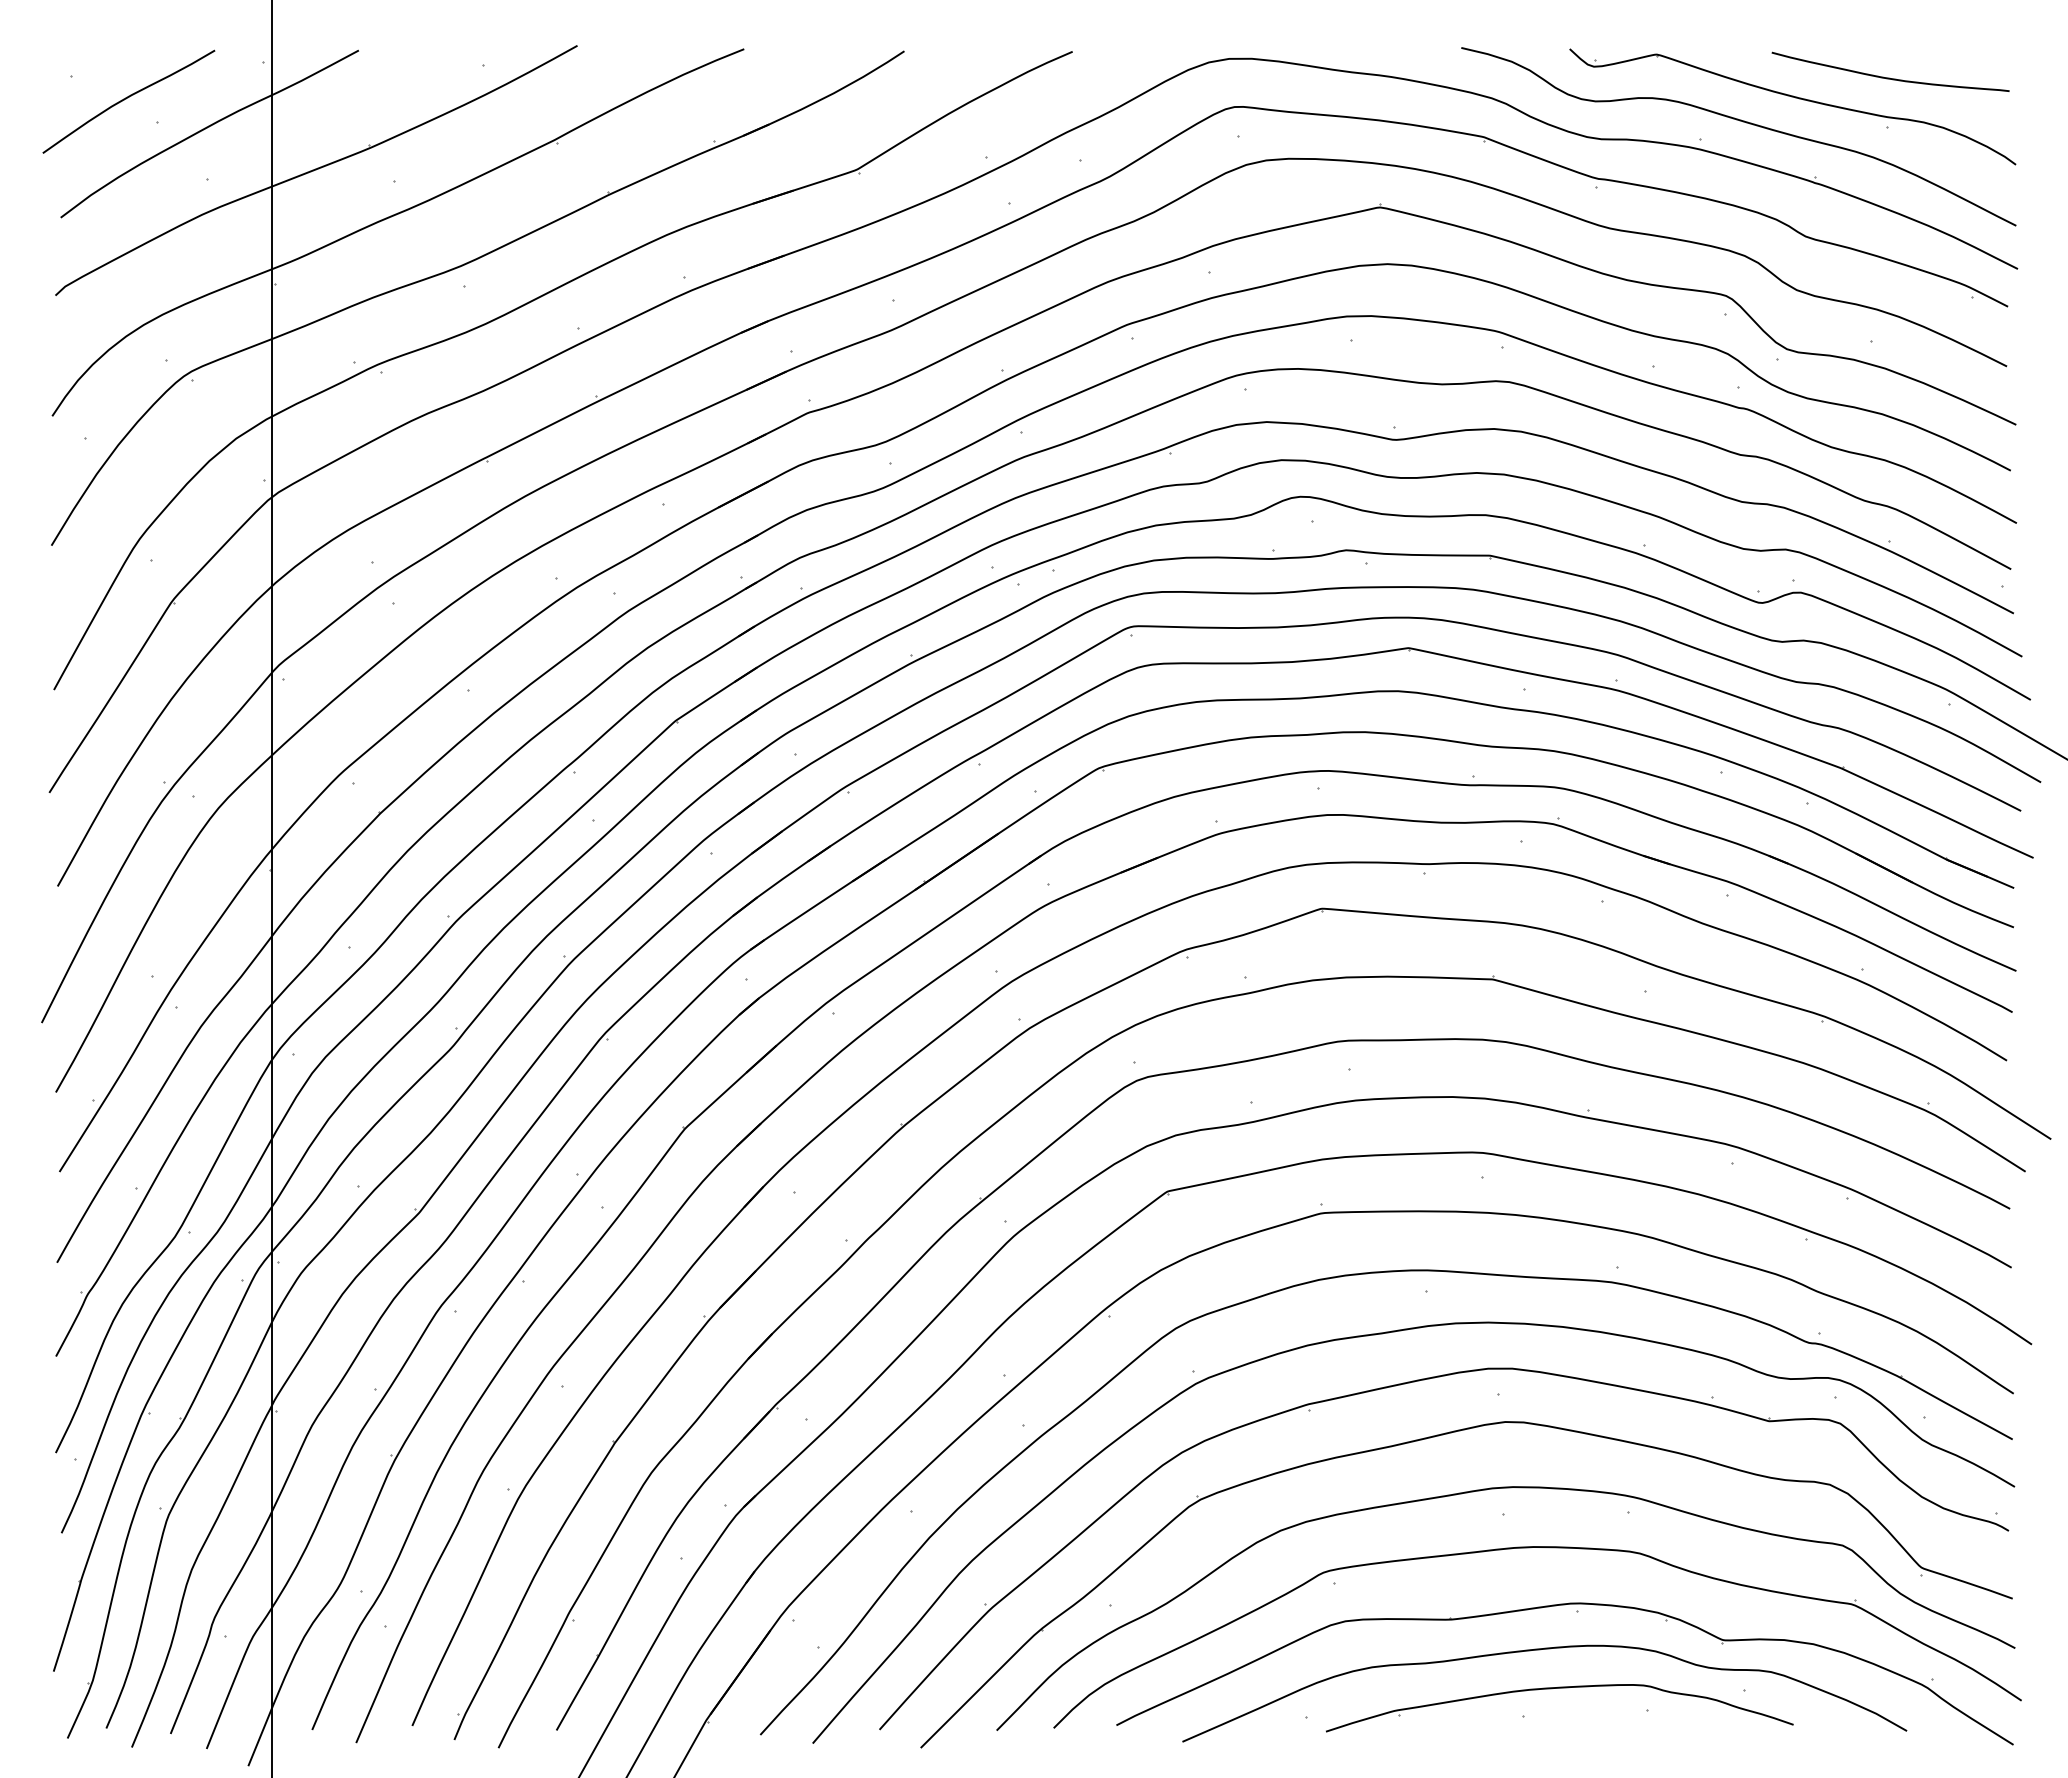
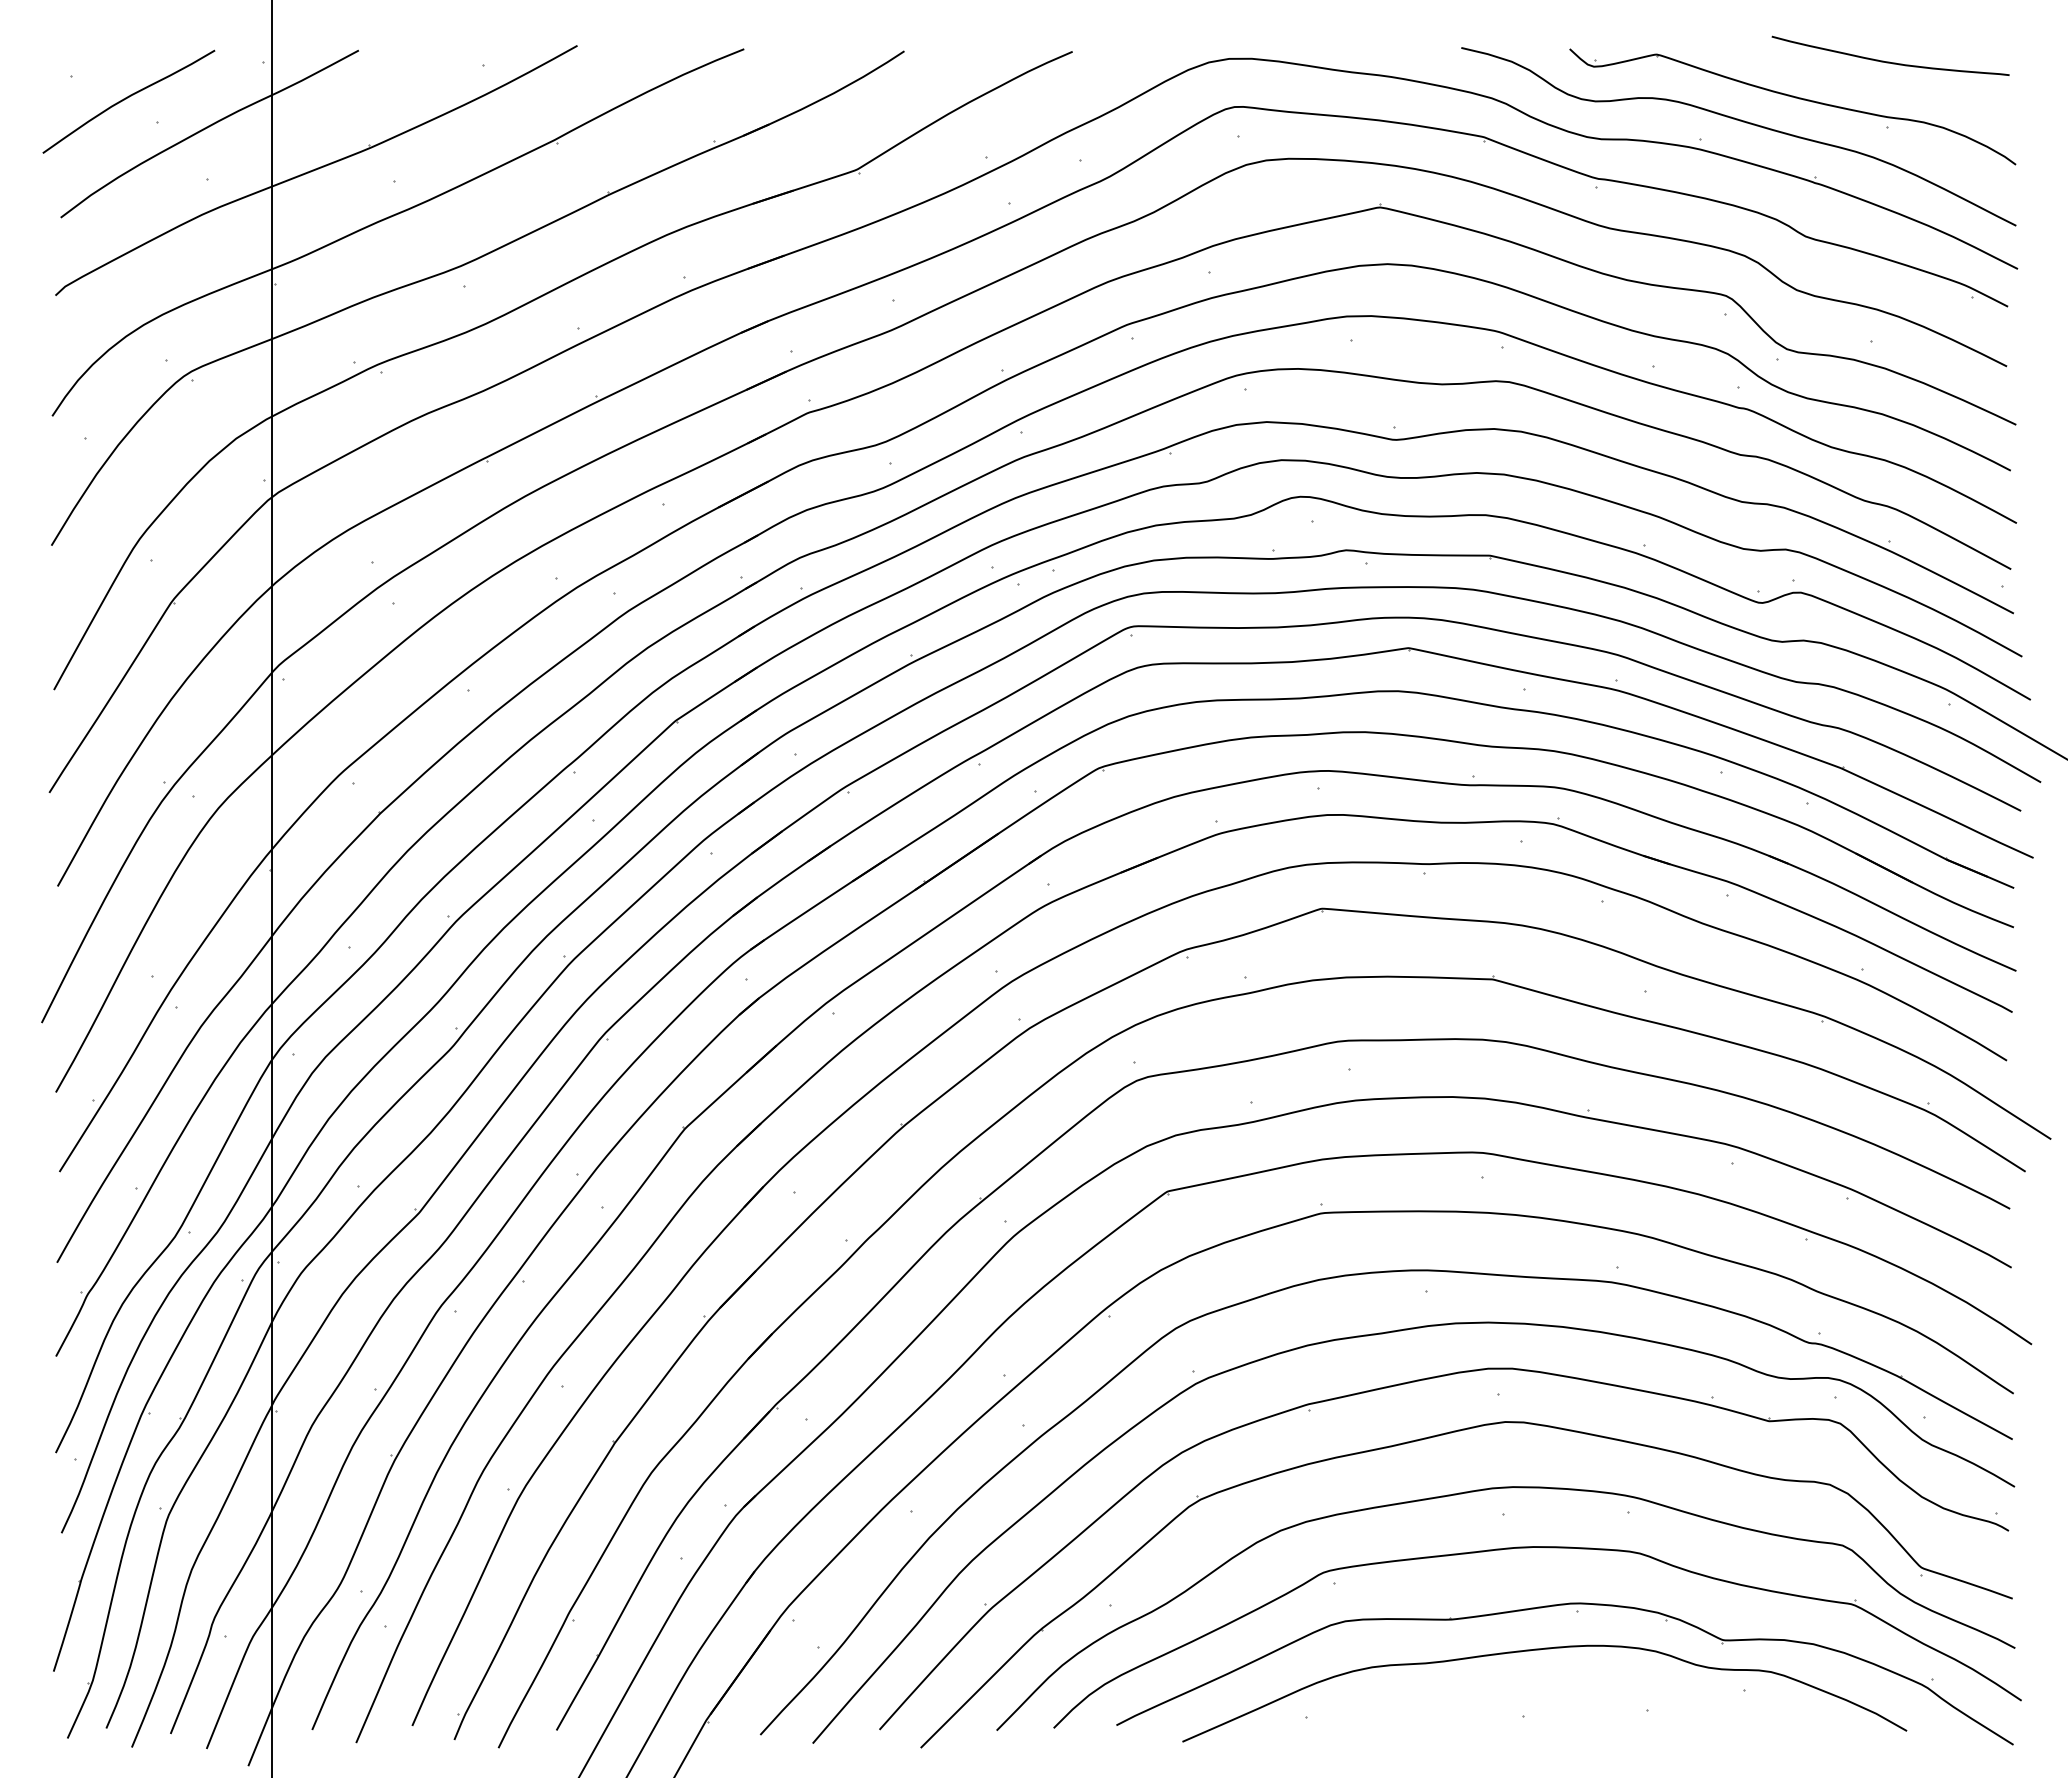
curve at (1889, 77) position: (1889, 77) -> (1889, 61)
part at (1559, 1688): present -> none
